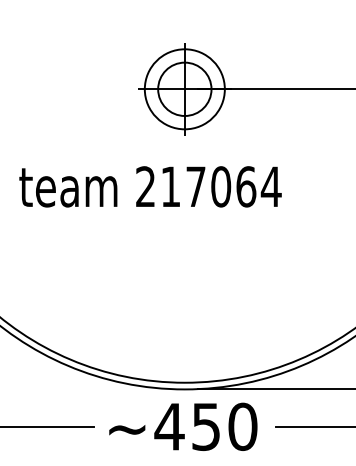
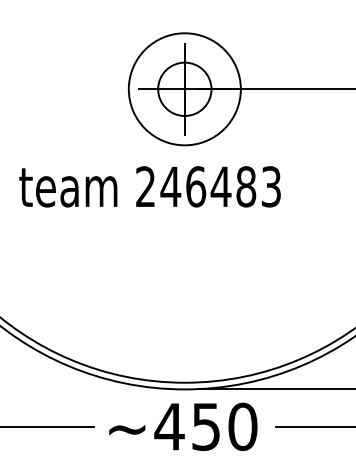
circle at (184, 89) diameter: 80 px -> 112 px
text at (220, 186): 217064 -> 246483
